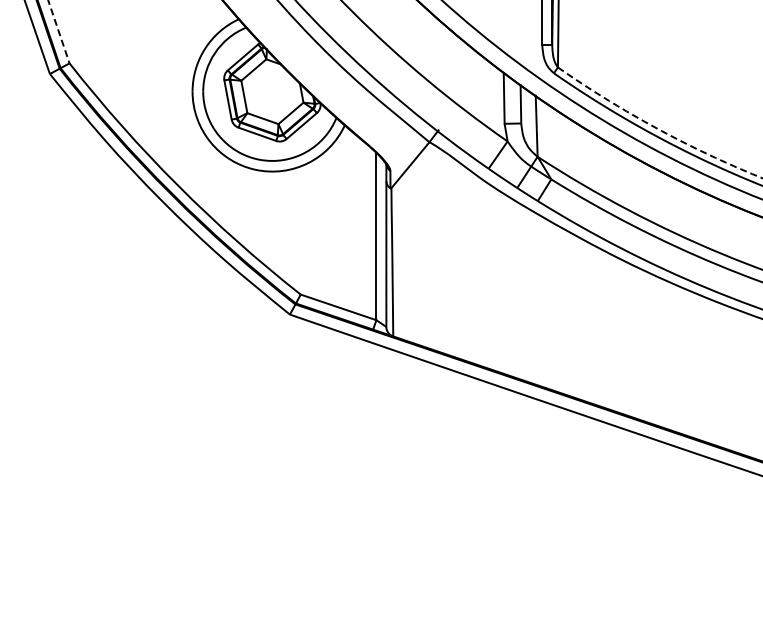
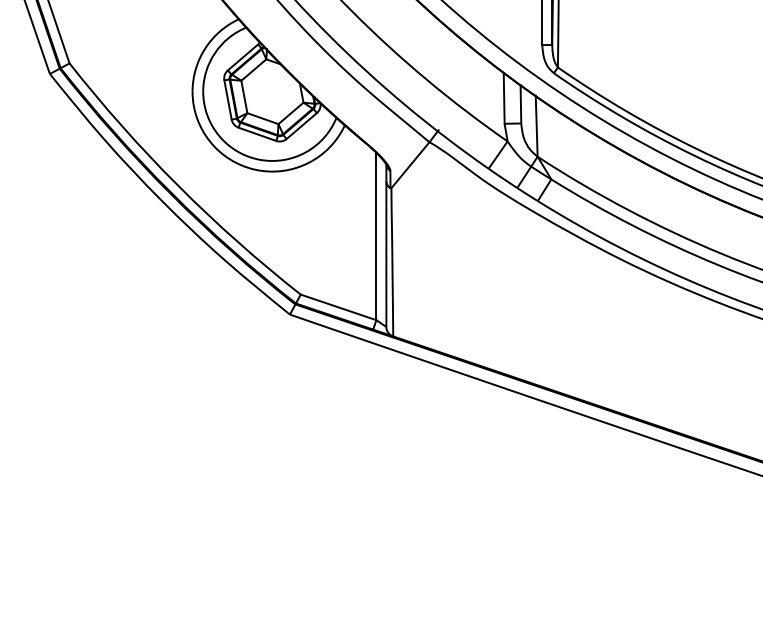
line at (59, 32): dashed -> solid
arc at (657, 128): dashed -> solid
